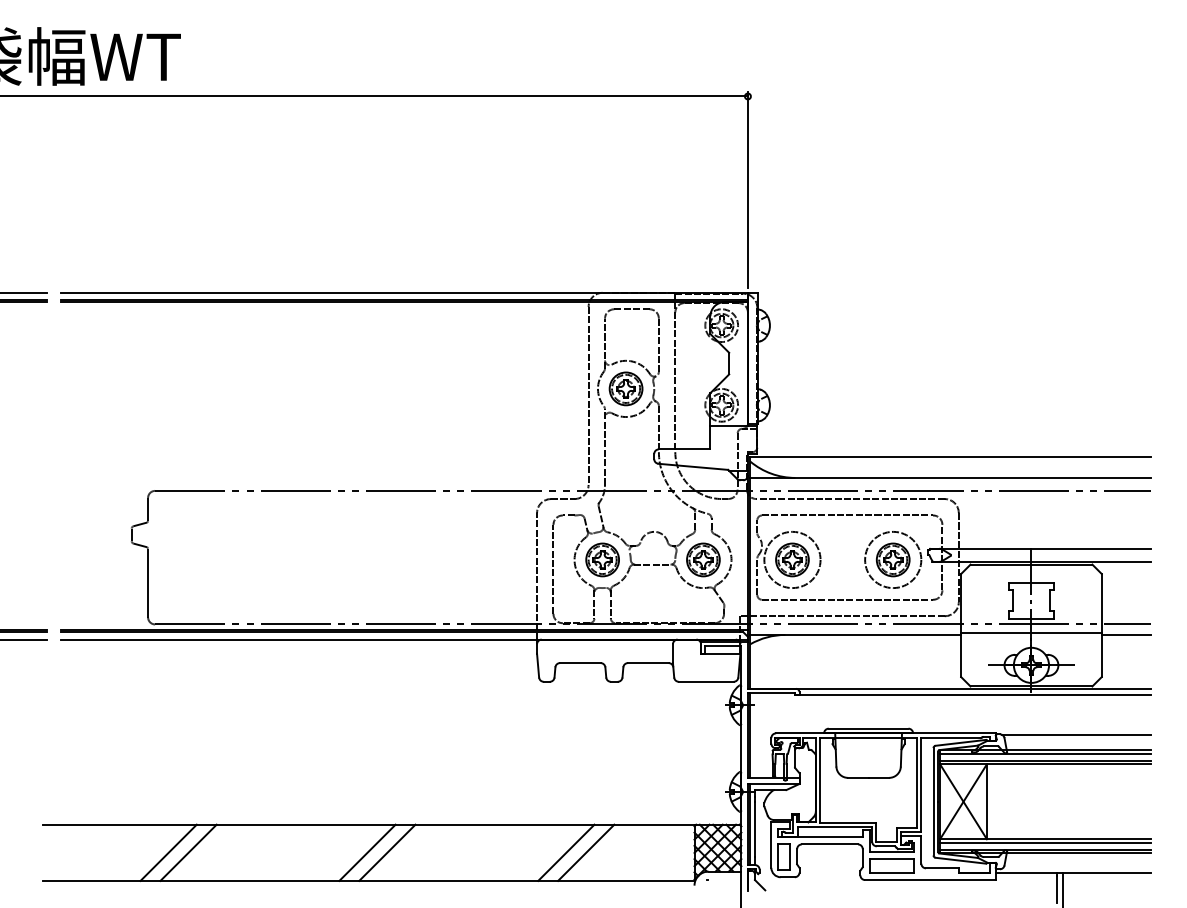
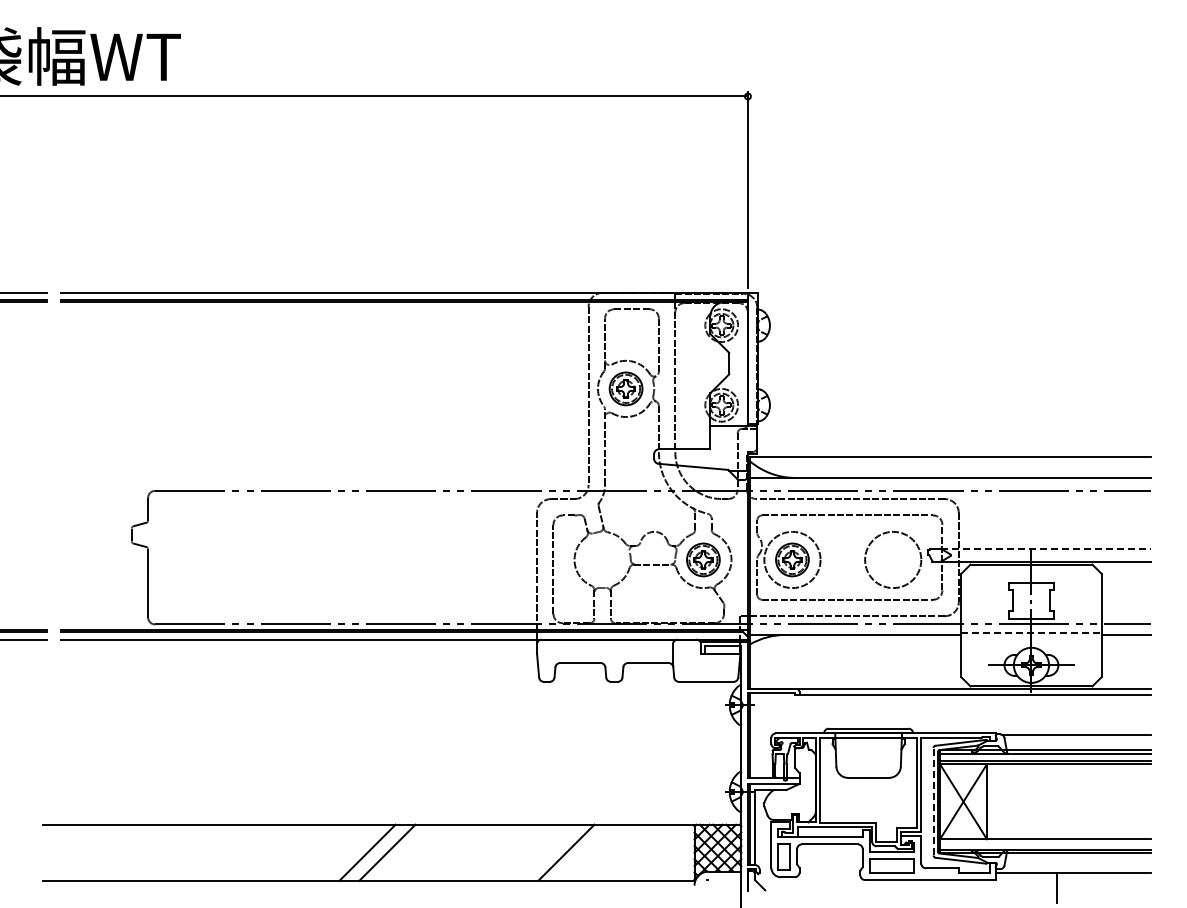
line at (1040, 548): solid -> dashed
part at (602, 559): present -> none
part at (892, 559): present -> none
line at (1031, 632): solid -> dashed
line at (933, 801): solid -> dashed
line at (1045, 842): present -> none
line at (168, 852): present -> none
line at (188, 852): present -> none
line at (586, 852): present -> none
line at (1063, 888): present -> none
